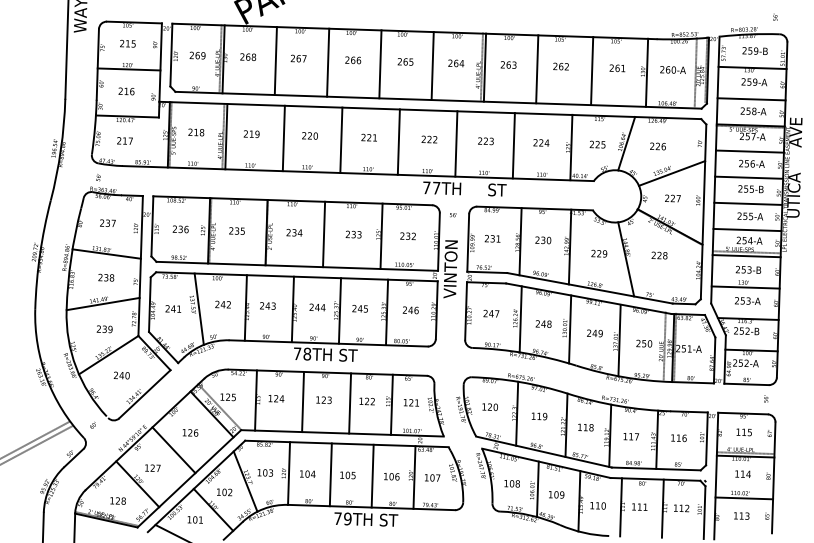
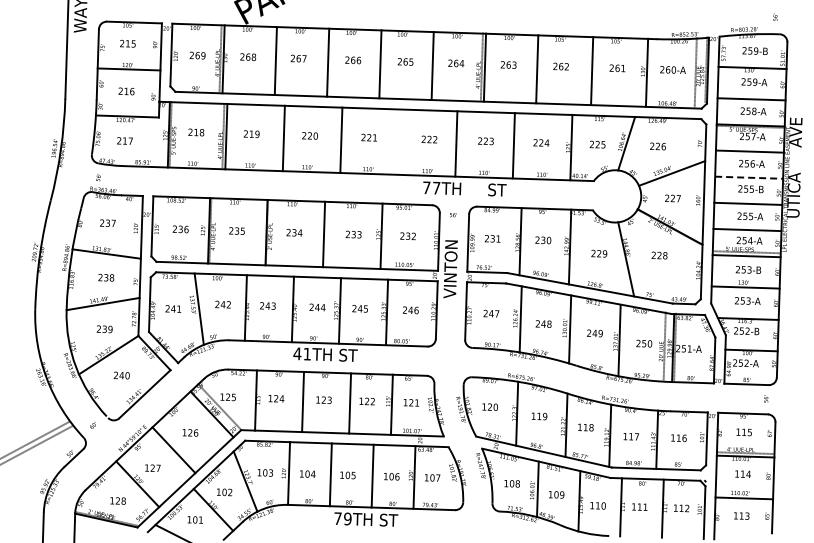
line at (398, 141): present -> none
line at (749, 177): solid -> dashed
text at (302, 353): 78TH -> 41TH
